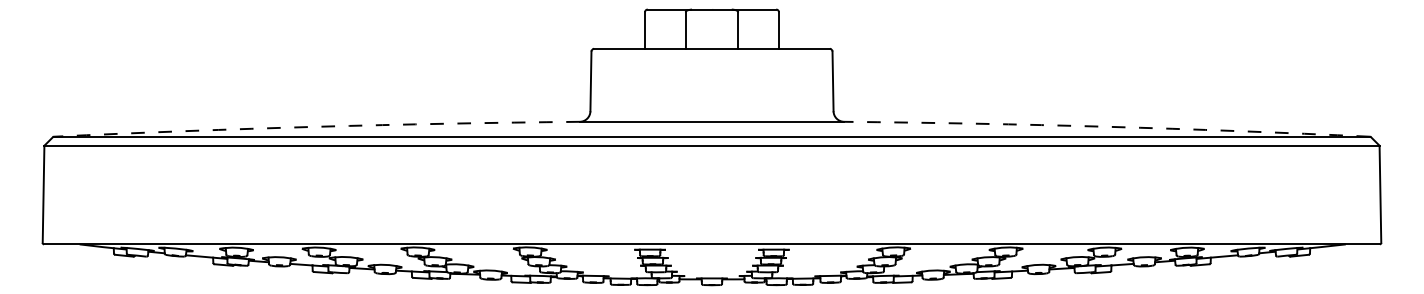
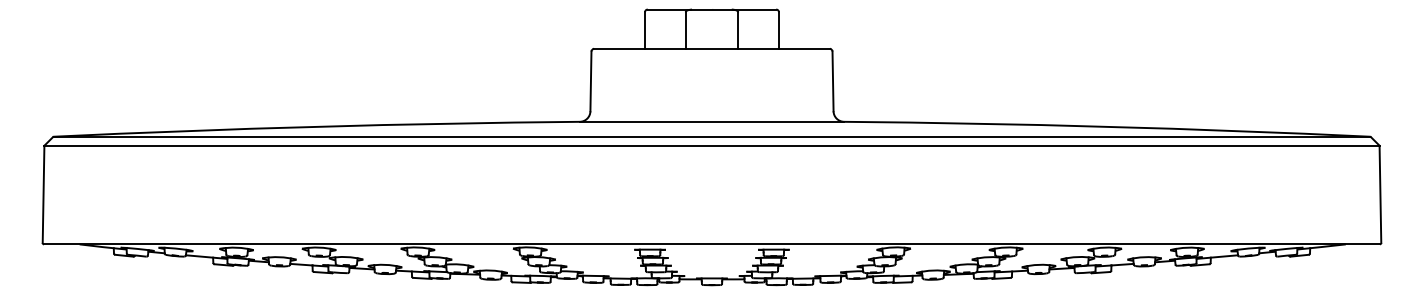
arc at (316, 126): dashed -> solid
arc at (1107, 126): dashed -> solid
